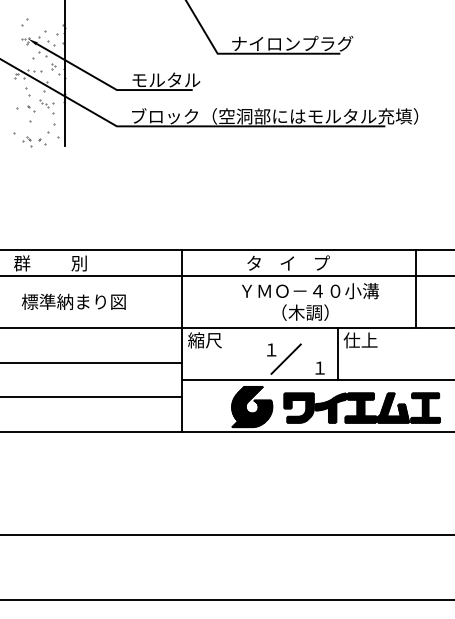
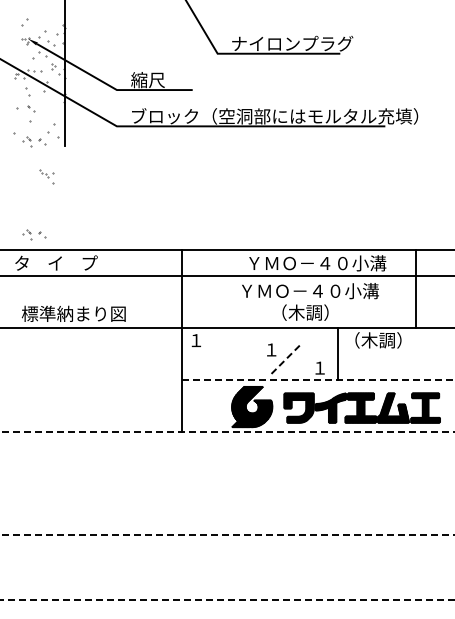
text at (165, 80): モルタル -> 縮尺
part at (46, 106) position: (46, 106) -> (46, 176)
part at (34, 234): none -> present
text at (55, 263): 群          別 -> タ    イ    プ
text at (316, 263): タ    イ    プ -> ＹＭＯ－４０小溝
text at (73, 301) position: (73, 301) -> (73, 313)
text at (204, 340): 縮尺 -> １
text at (372, 340): 仕上 -> （木調）
line at (286, 359): solid -> dashed
line at (92, 362): present -> none
line at (319, 379): solid -> dashed
line at (92, 397): present -> none
line at (227, 431): solid -> dashed
line at (227, 534): solid -> dashed
line at (228, 600): solid -> dashed
